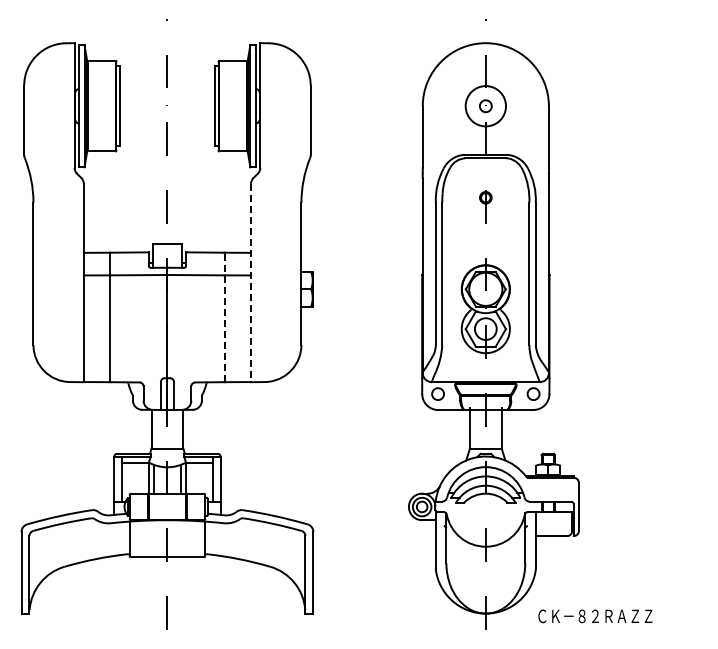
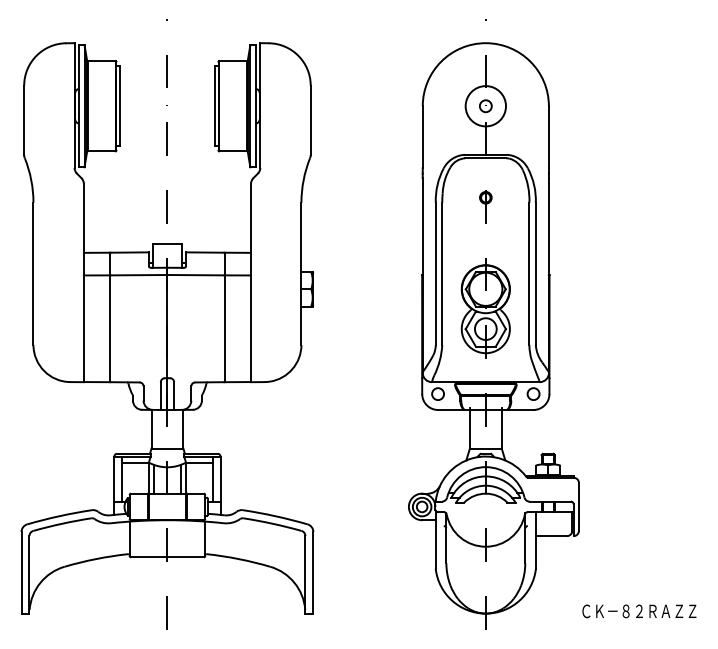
line at (251, 283): dashed -> solid
line at (224, 317): dashed -> solid
text at (595, 616) position: (595, 616) -> (639, 611)
